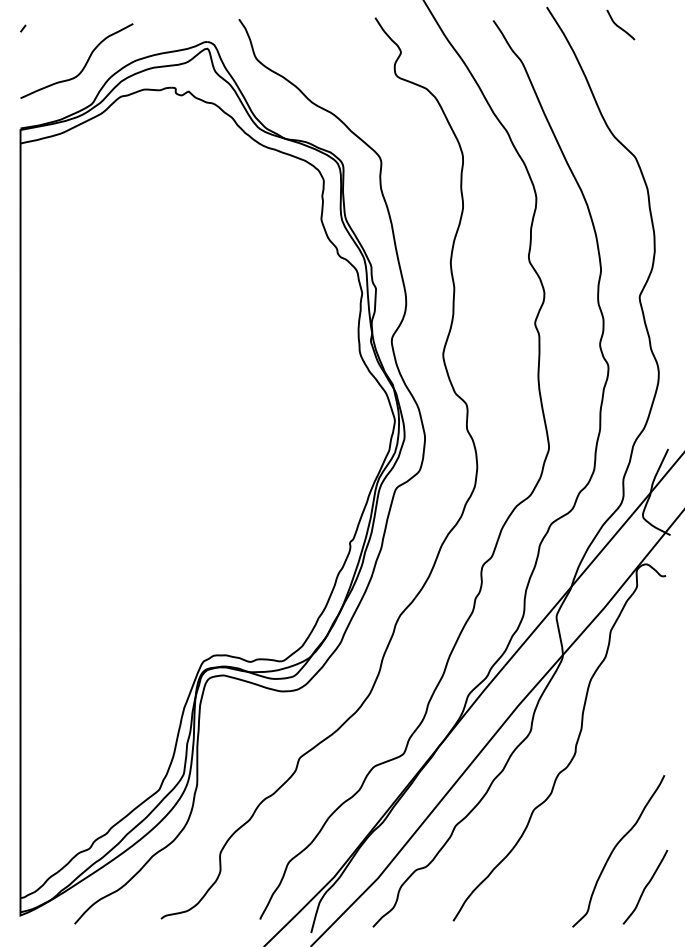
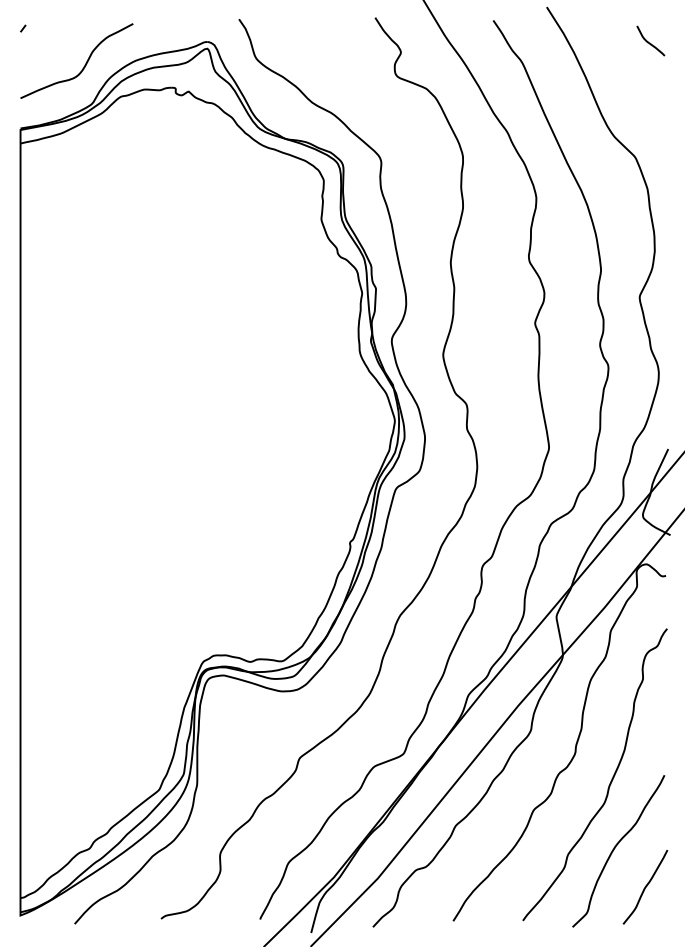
curve at (620, 26) position: (620, 26) -> (650, 42)
curve at (611, 778): none -> present
